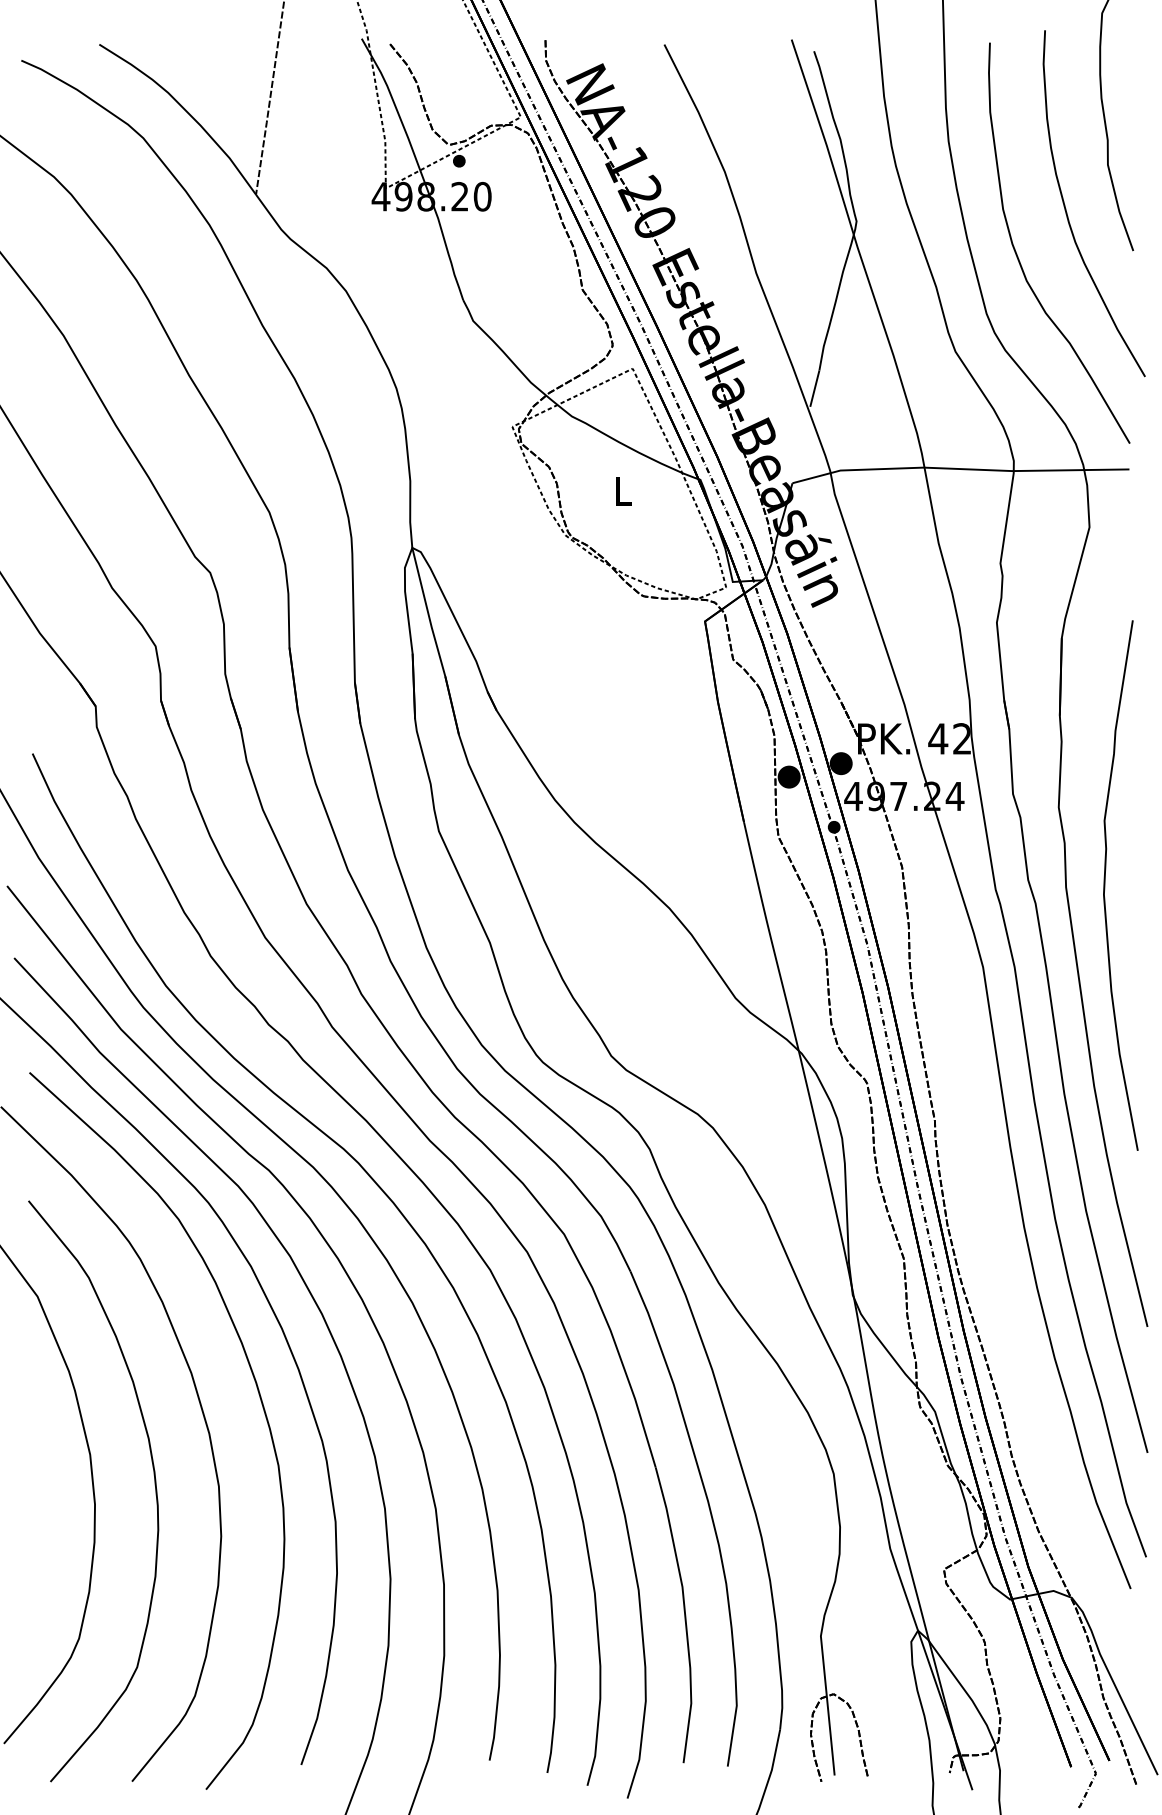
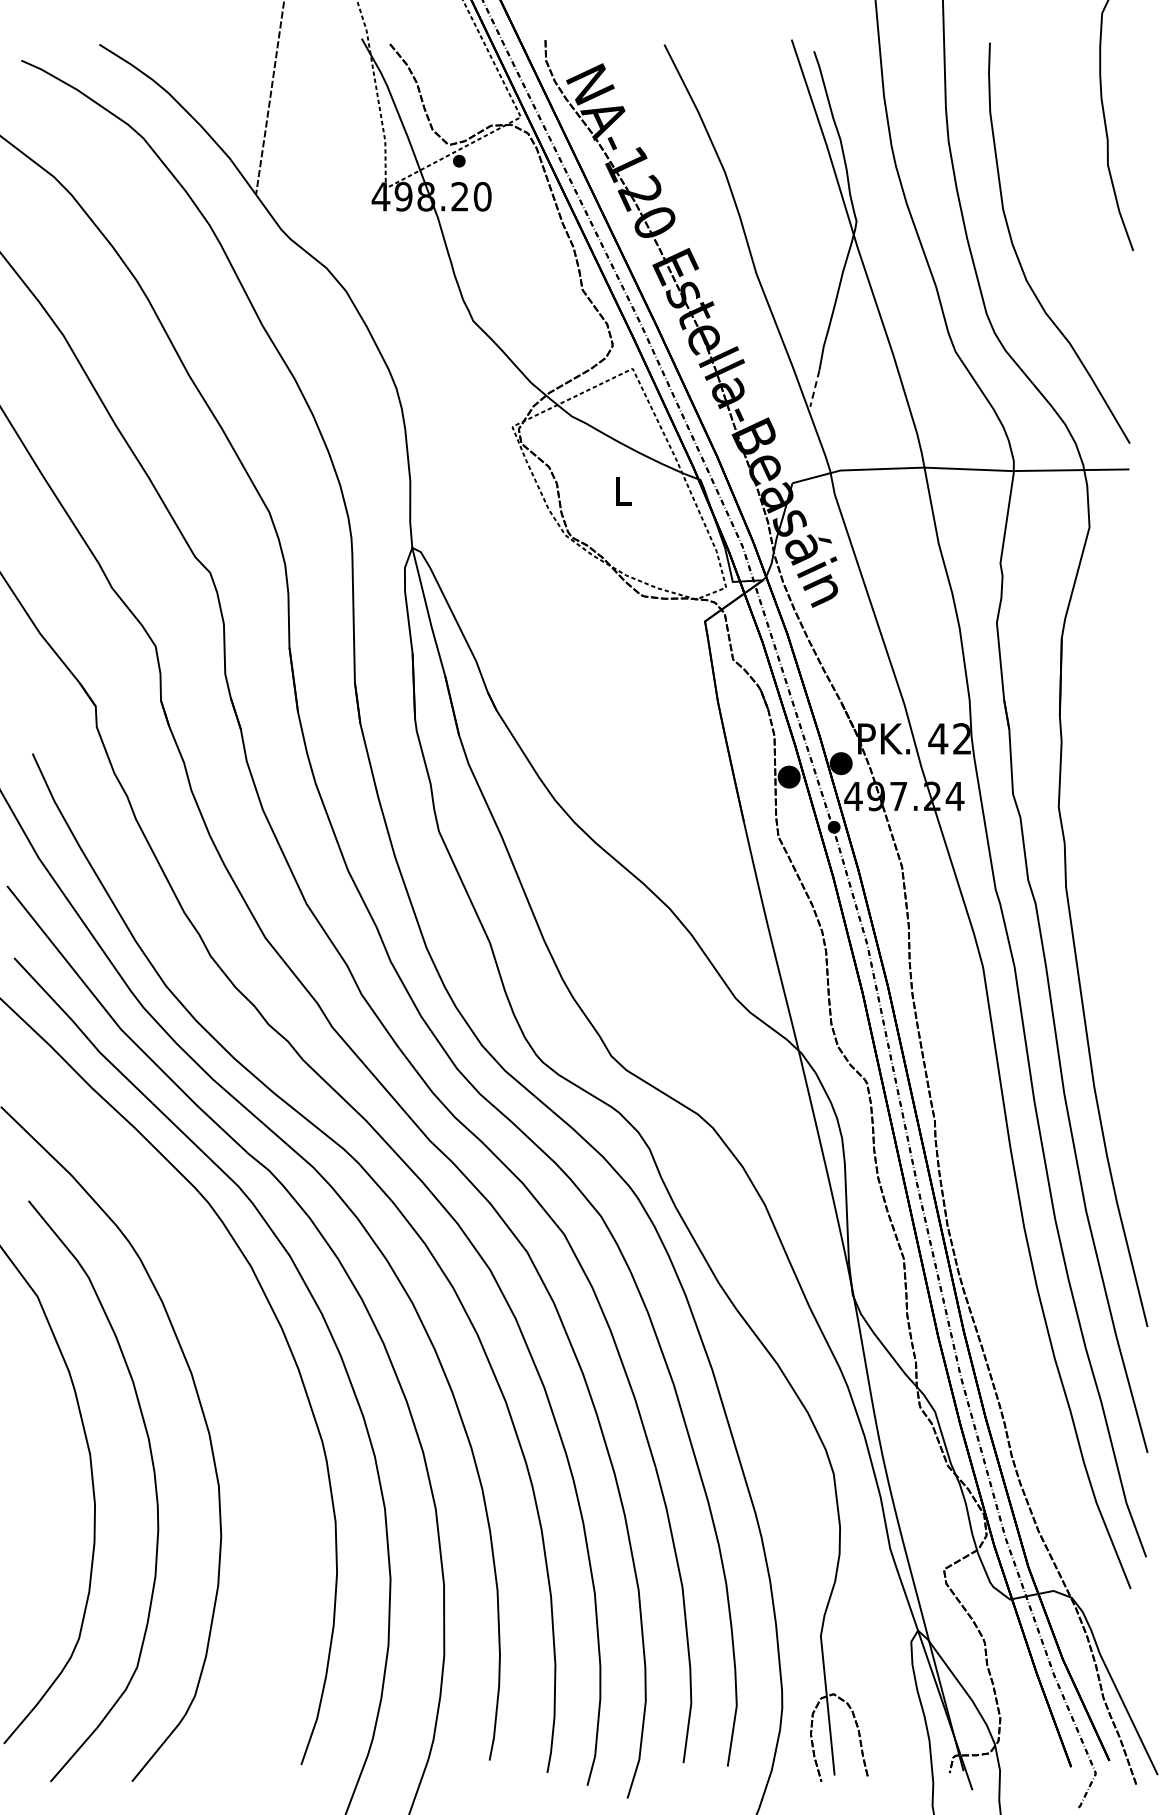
curve at (1066, 208): present -> none
line at (814, 388): solid -> dashed
part at (1105, 885): present -> none
curve at (260, 1401): present -> none
